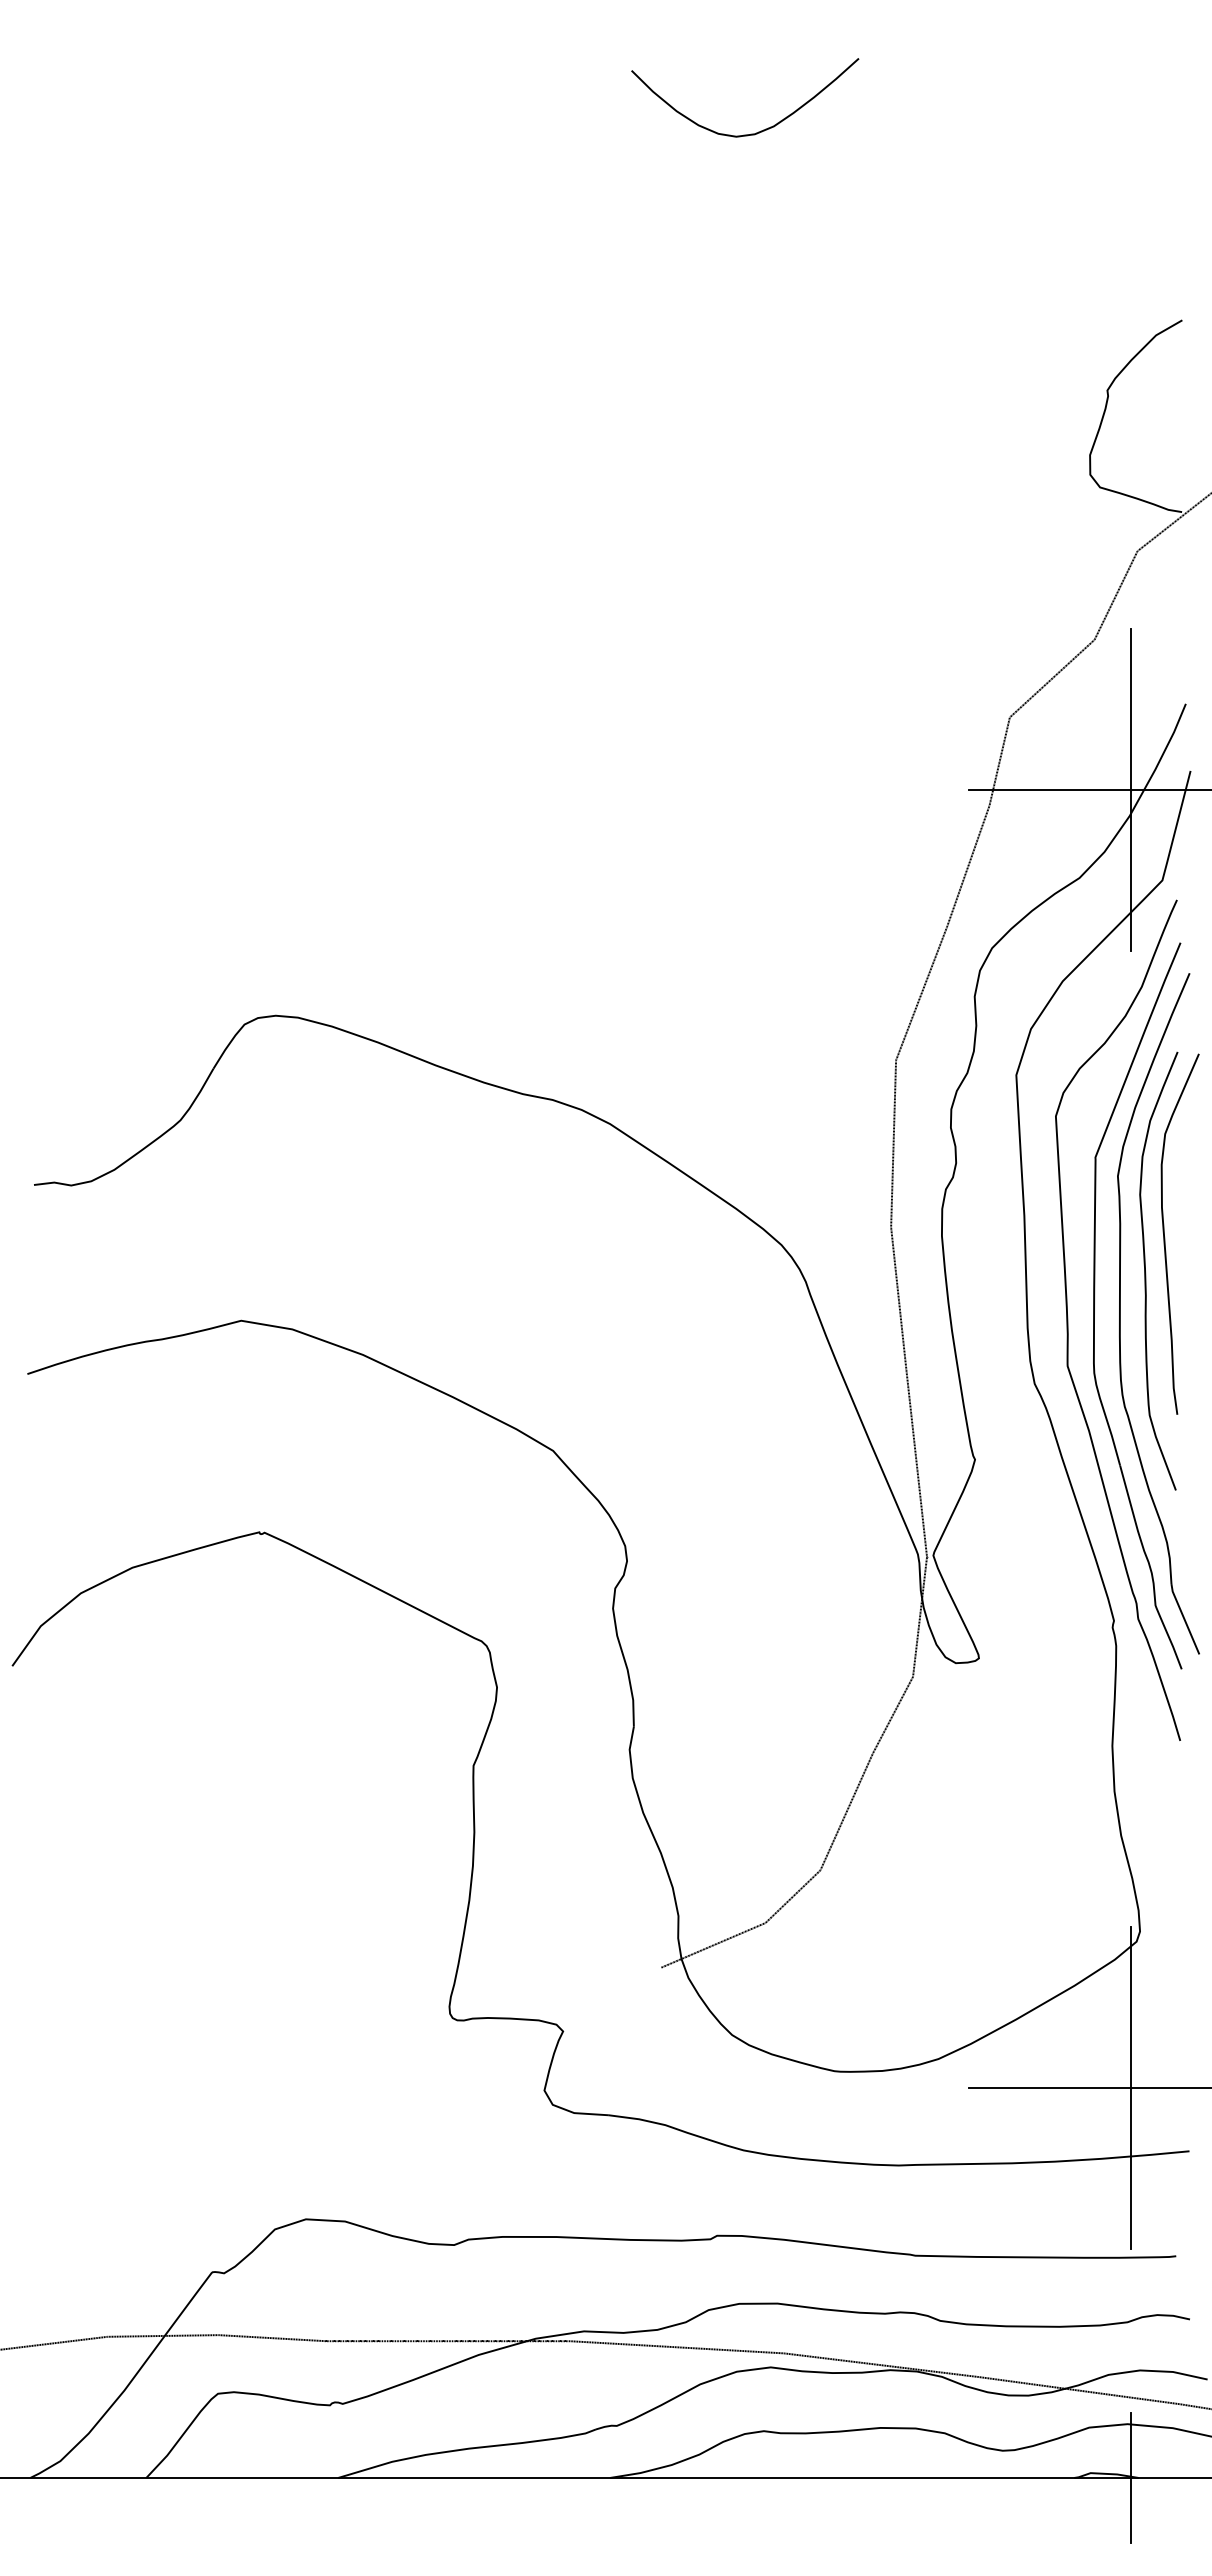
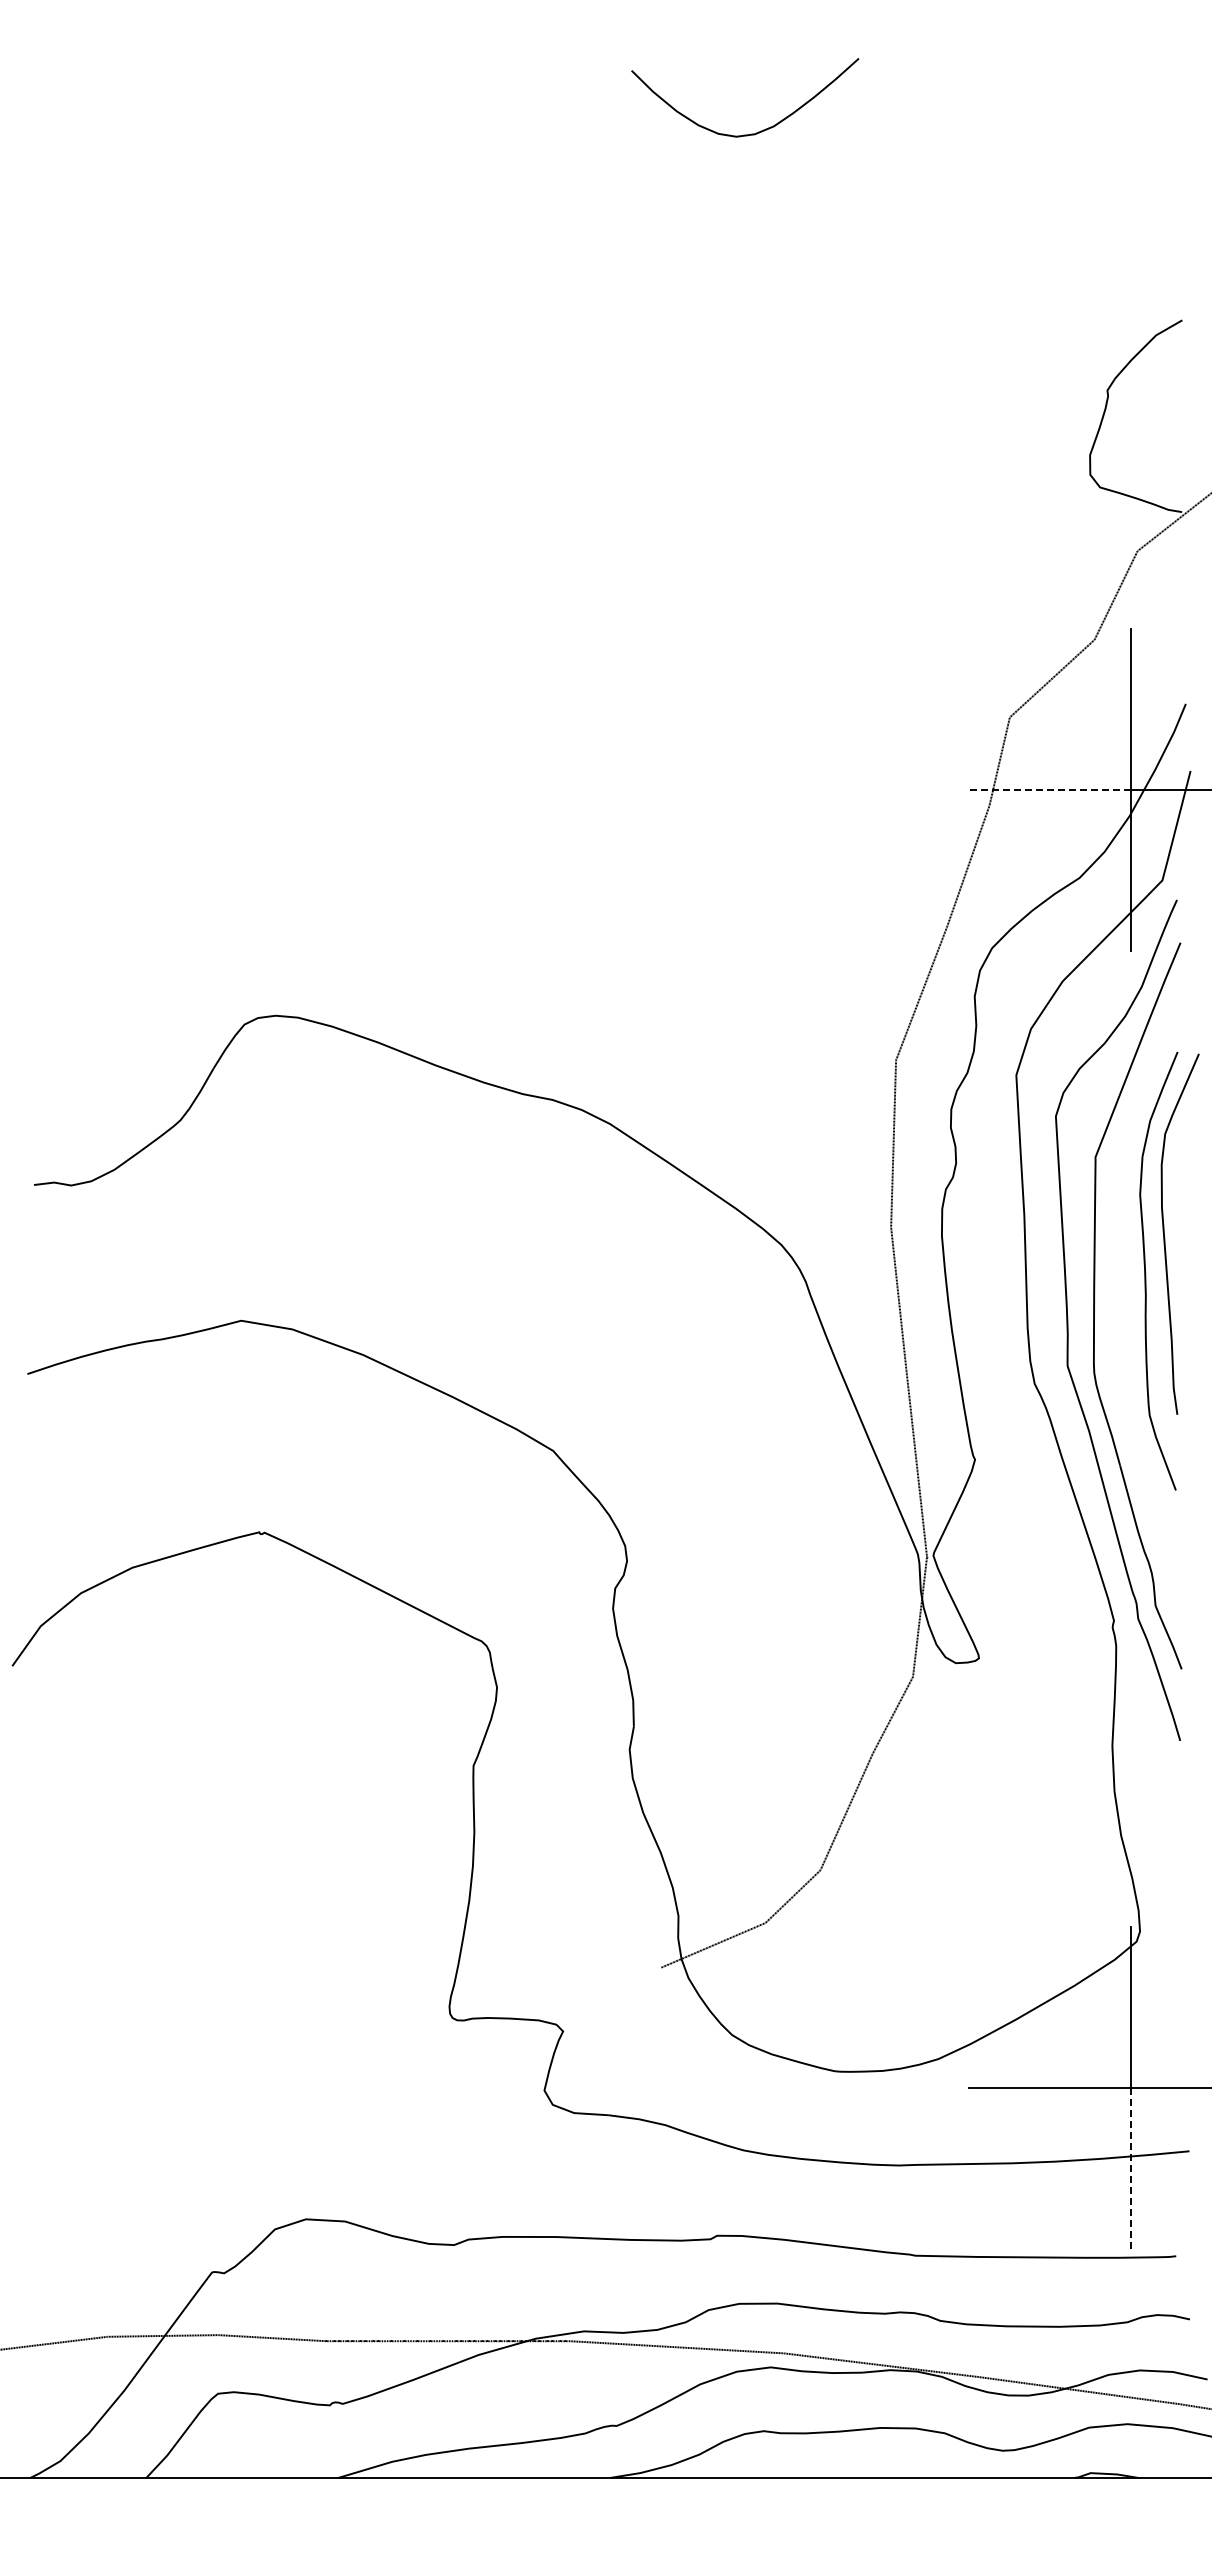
line at (1049, 789): solid -> dashed
part at (1120, 1313): present -> none
line at (1130, 2168): solid -> dashed
line at (1130, 2477): present -> none
